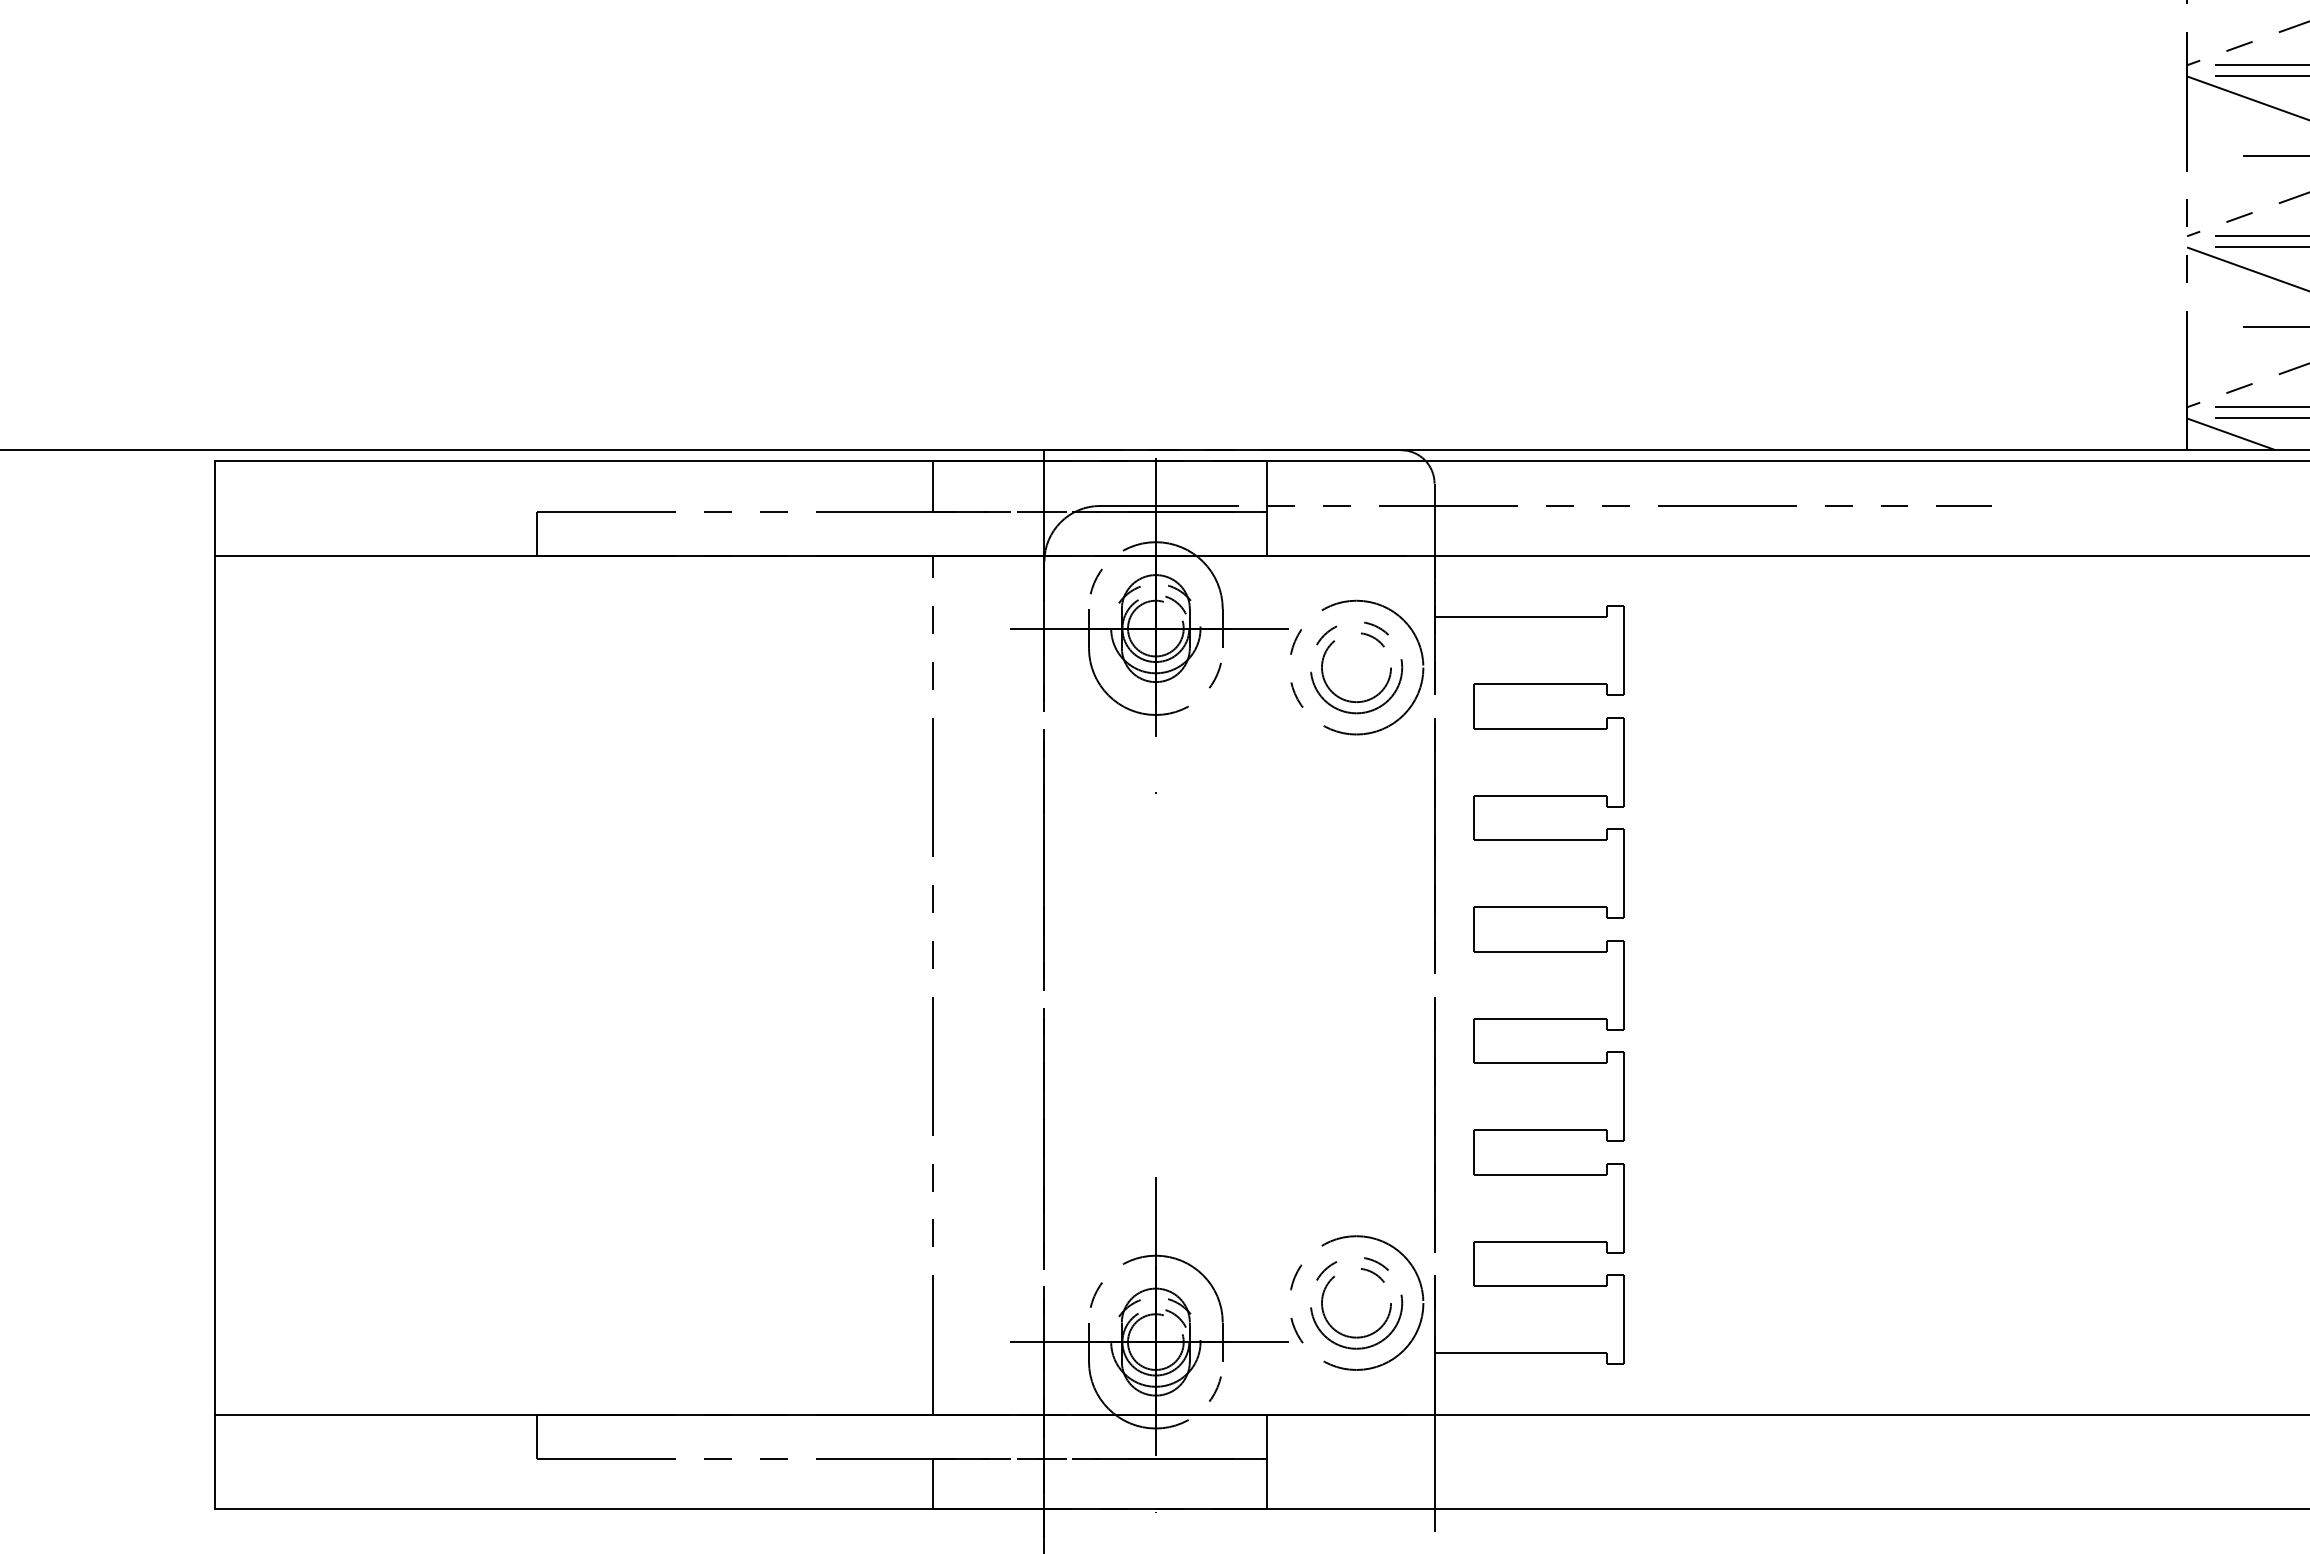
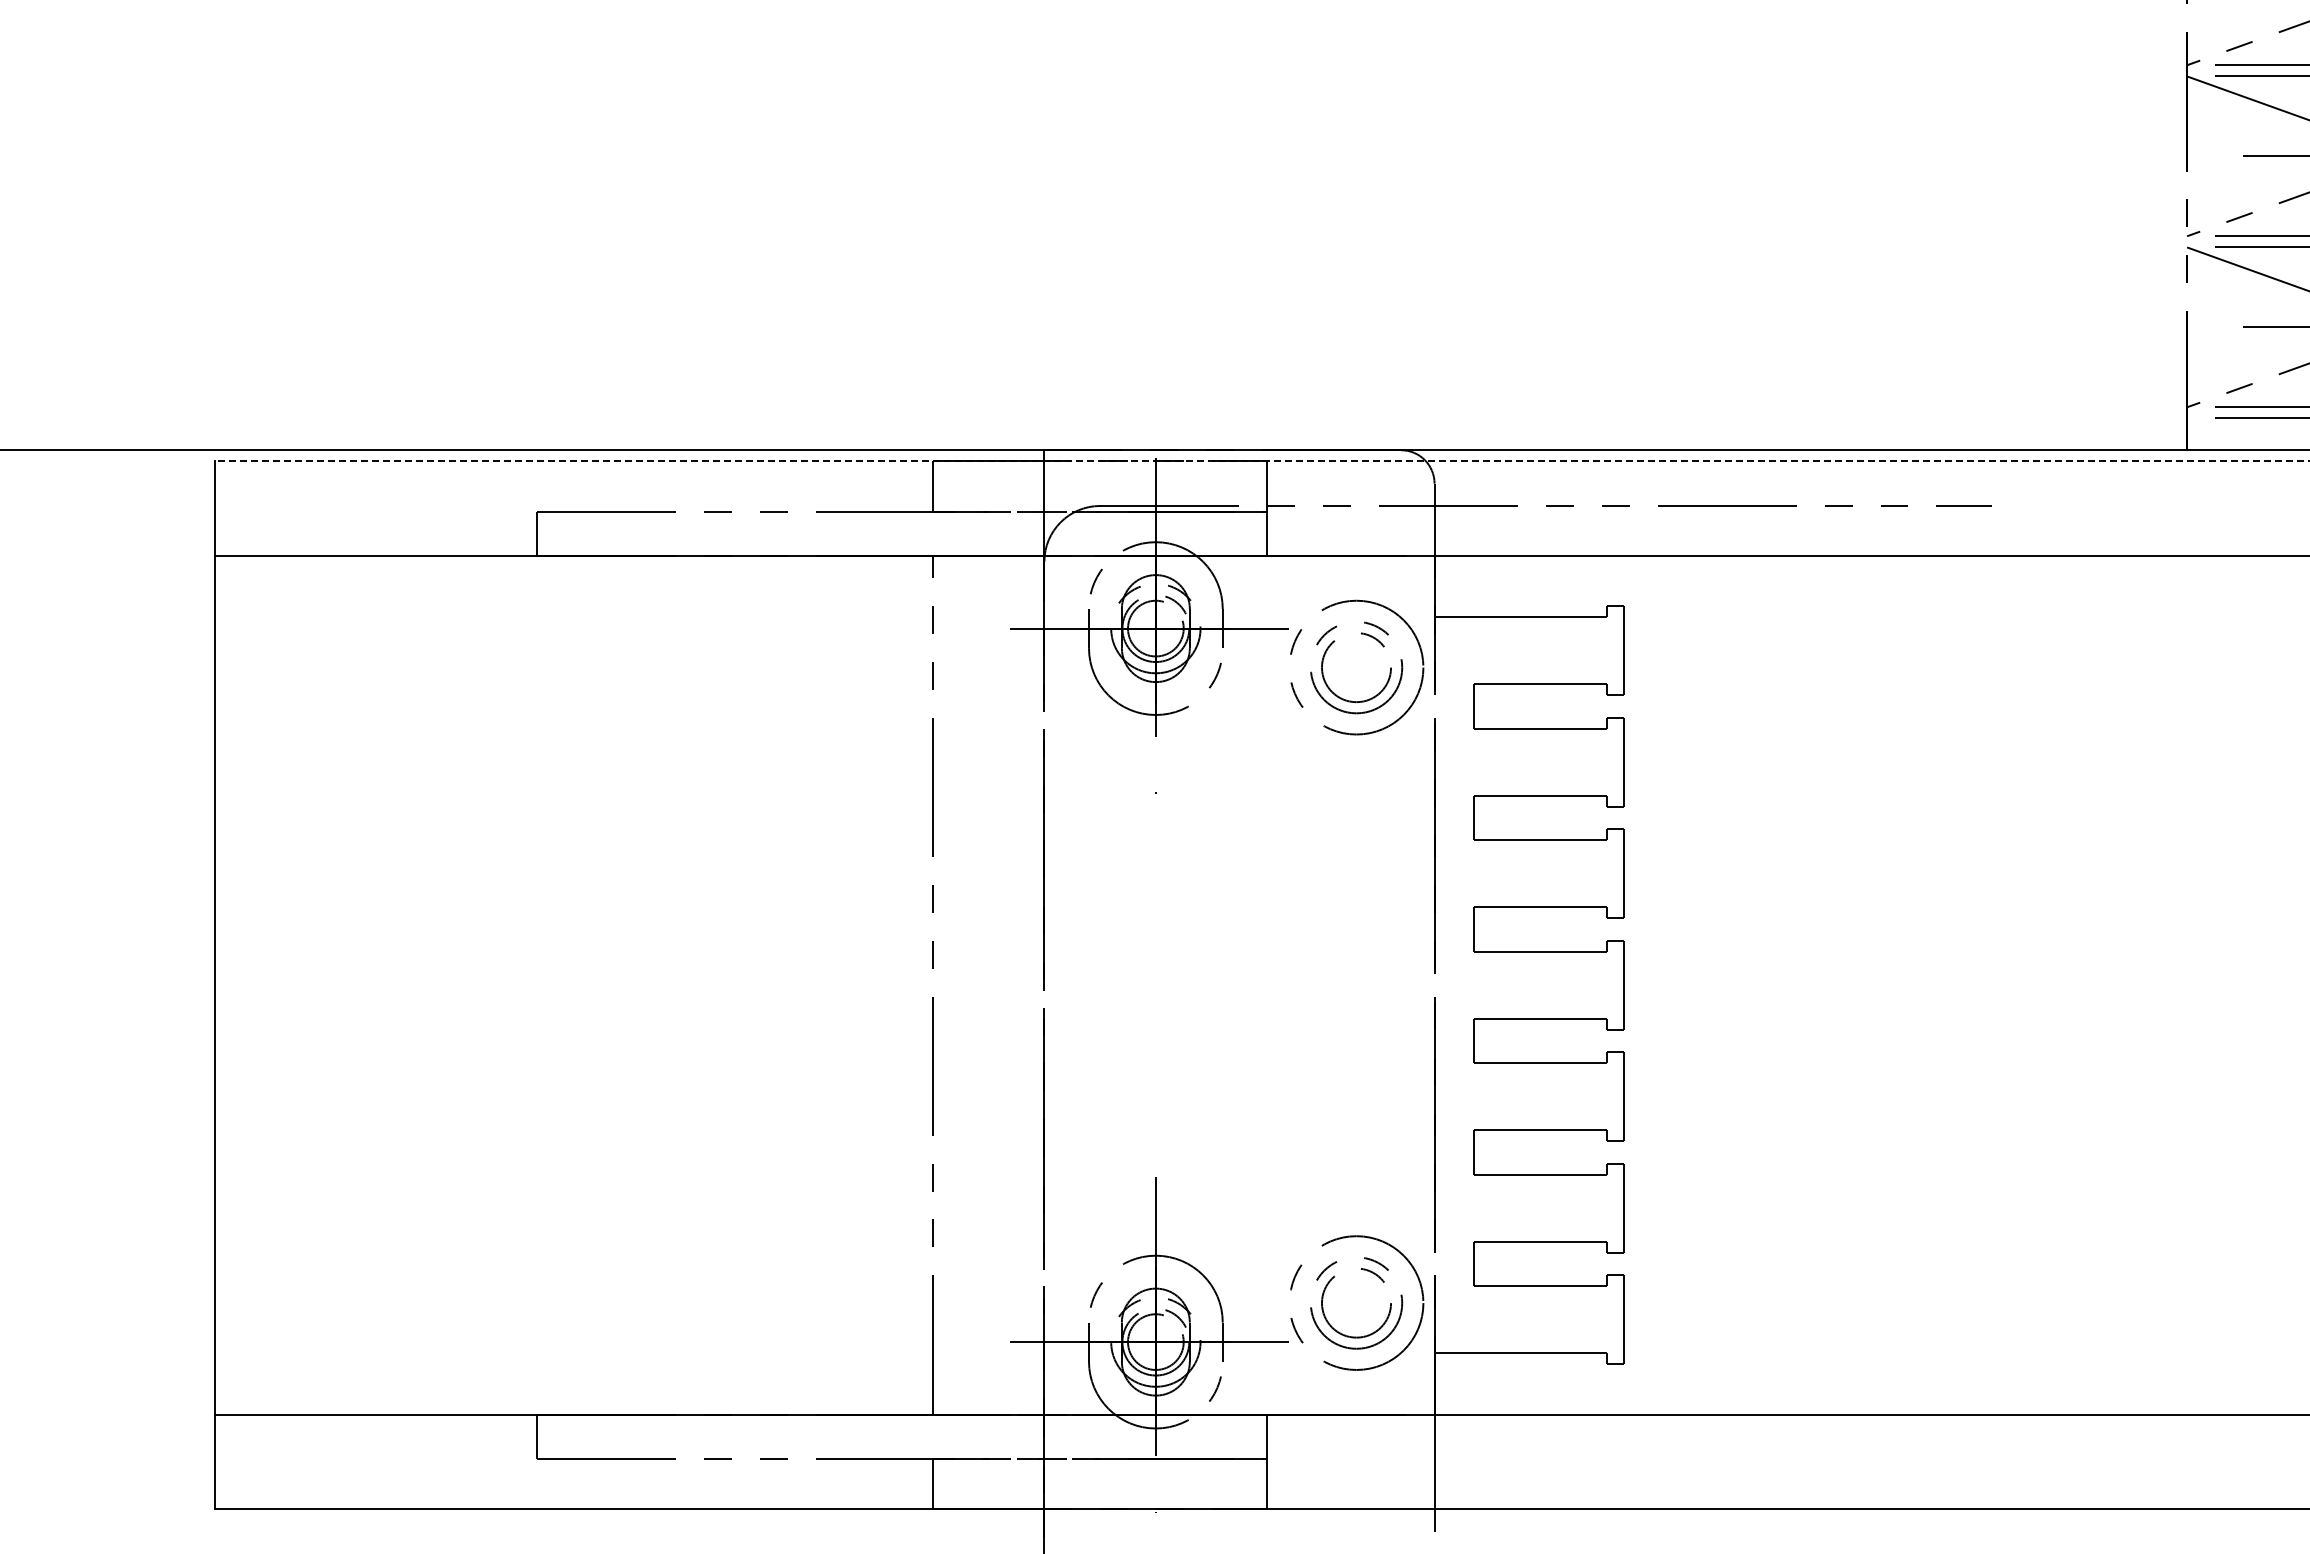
line at (2231, 434): present -> none
line at (1262, 461): solid -> dashed
